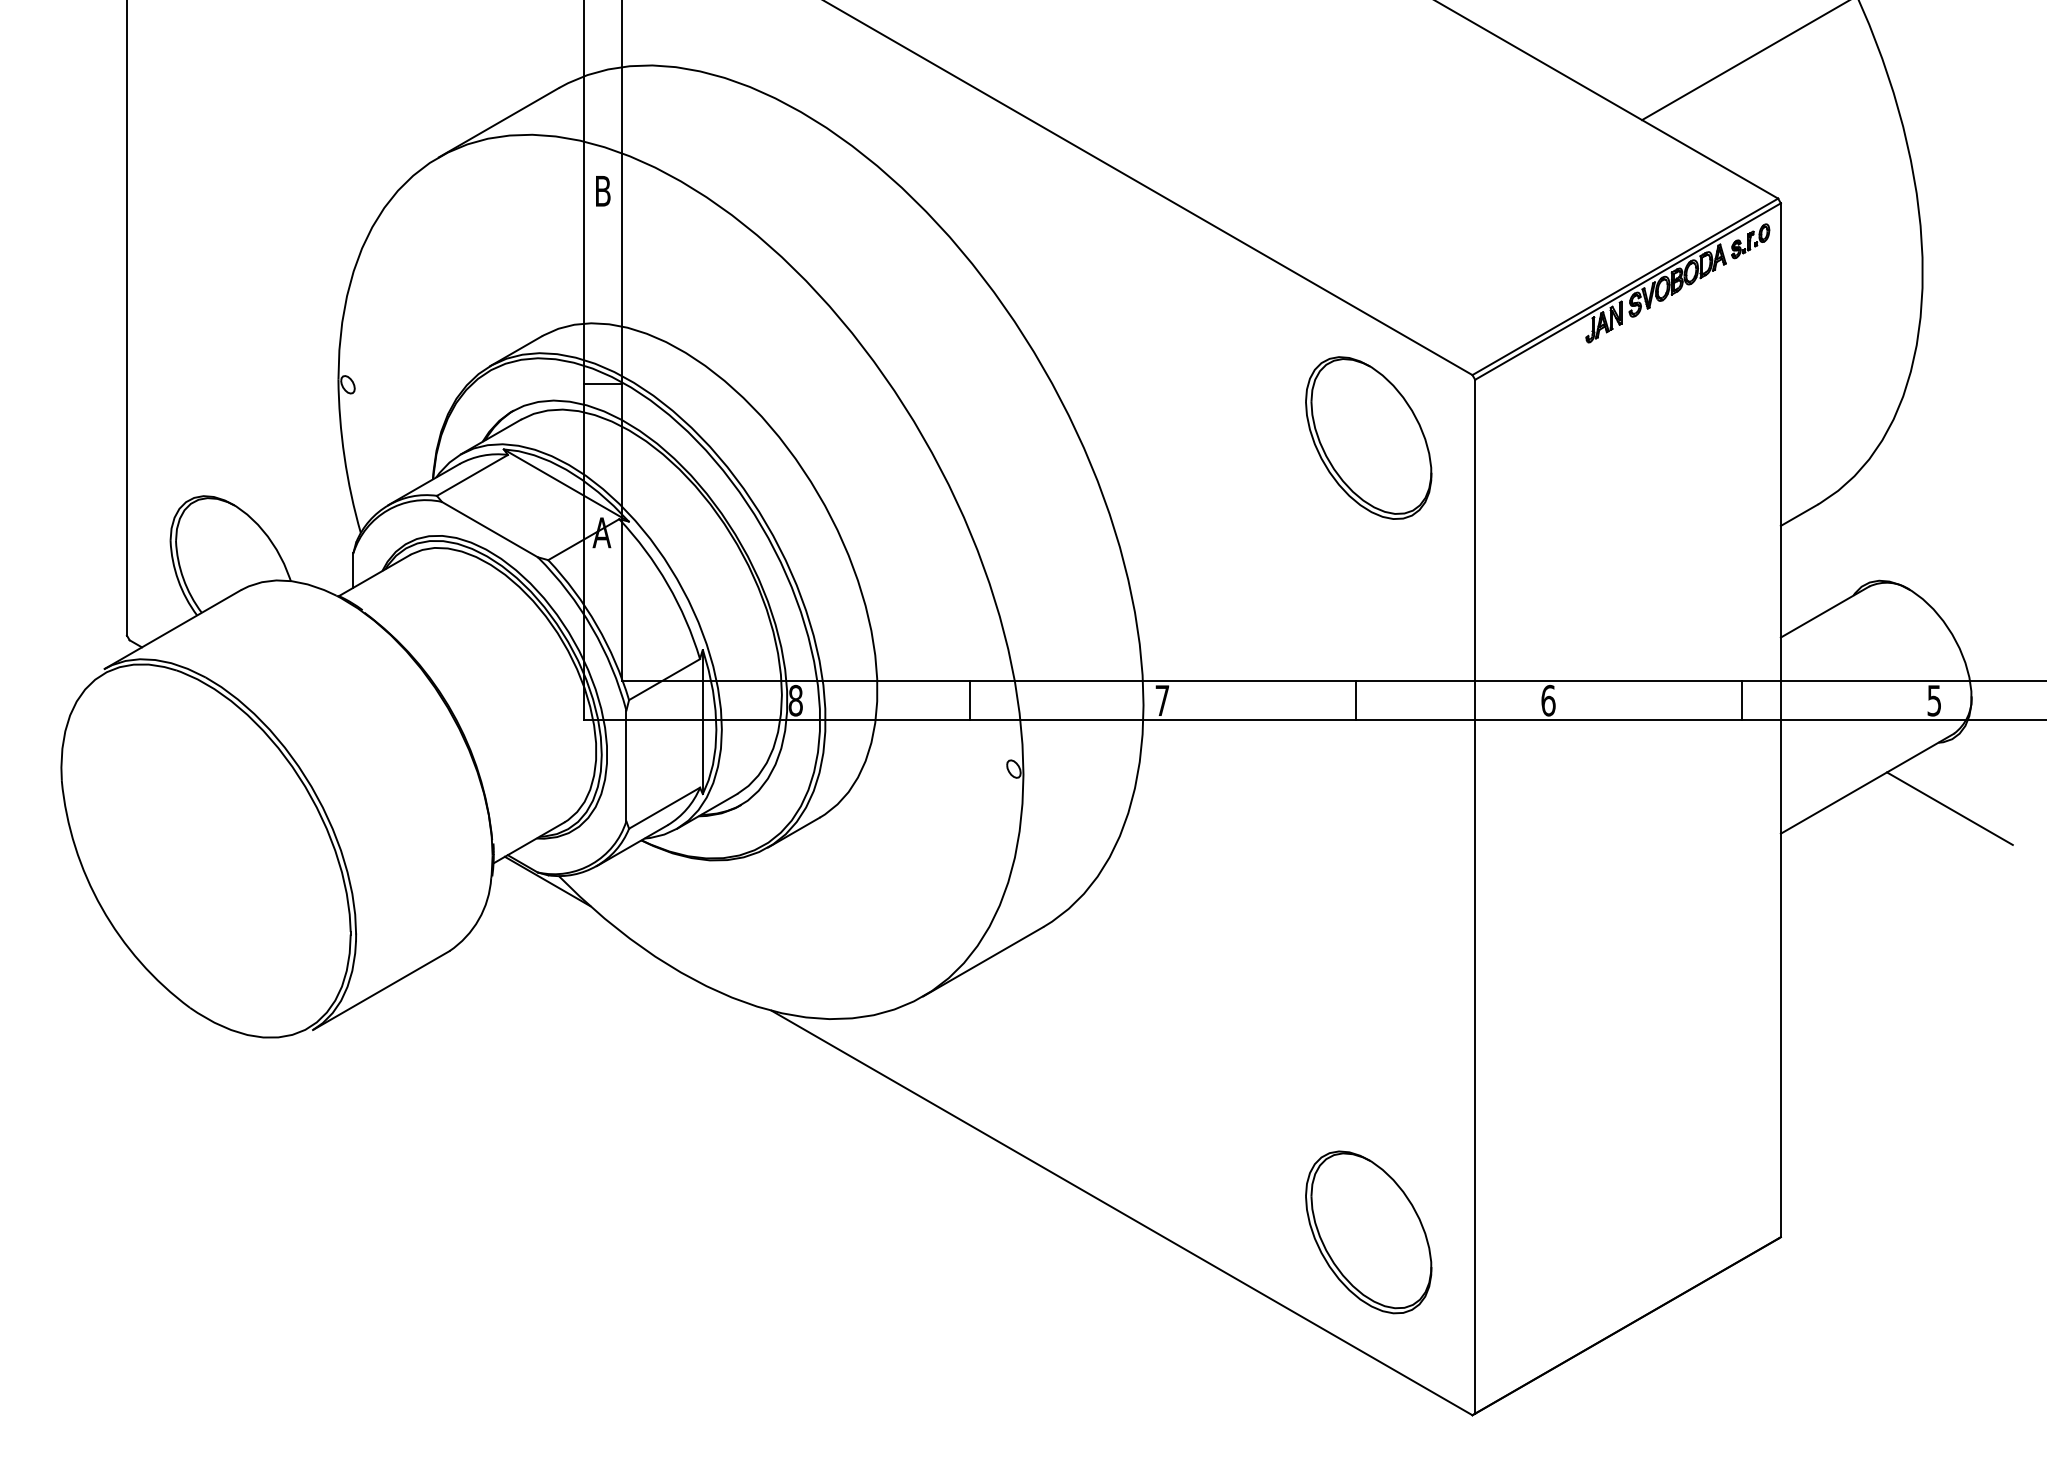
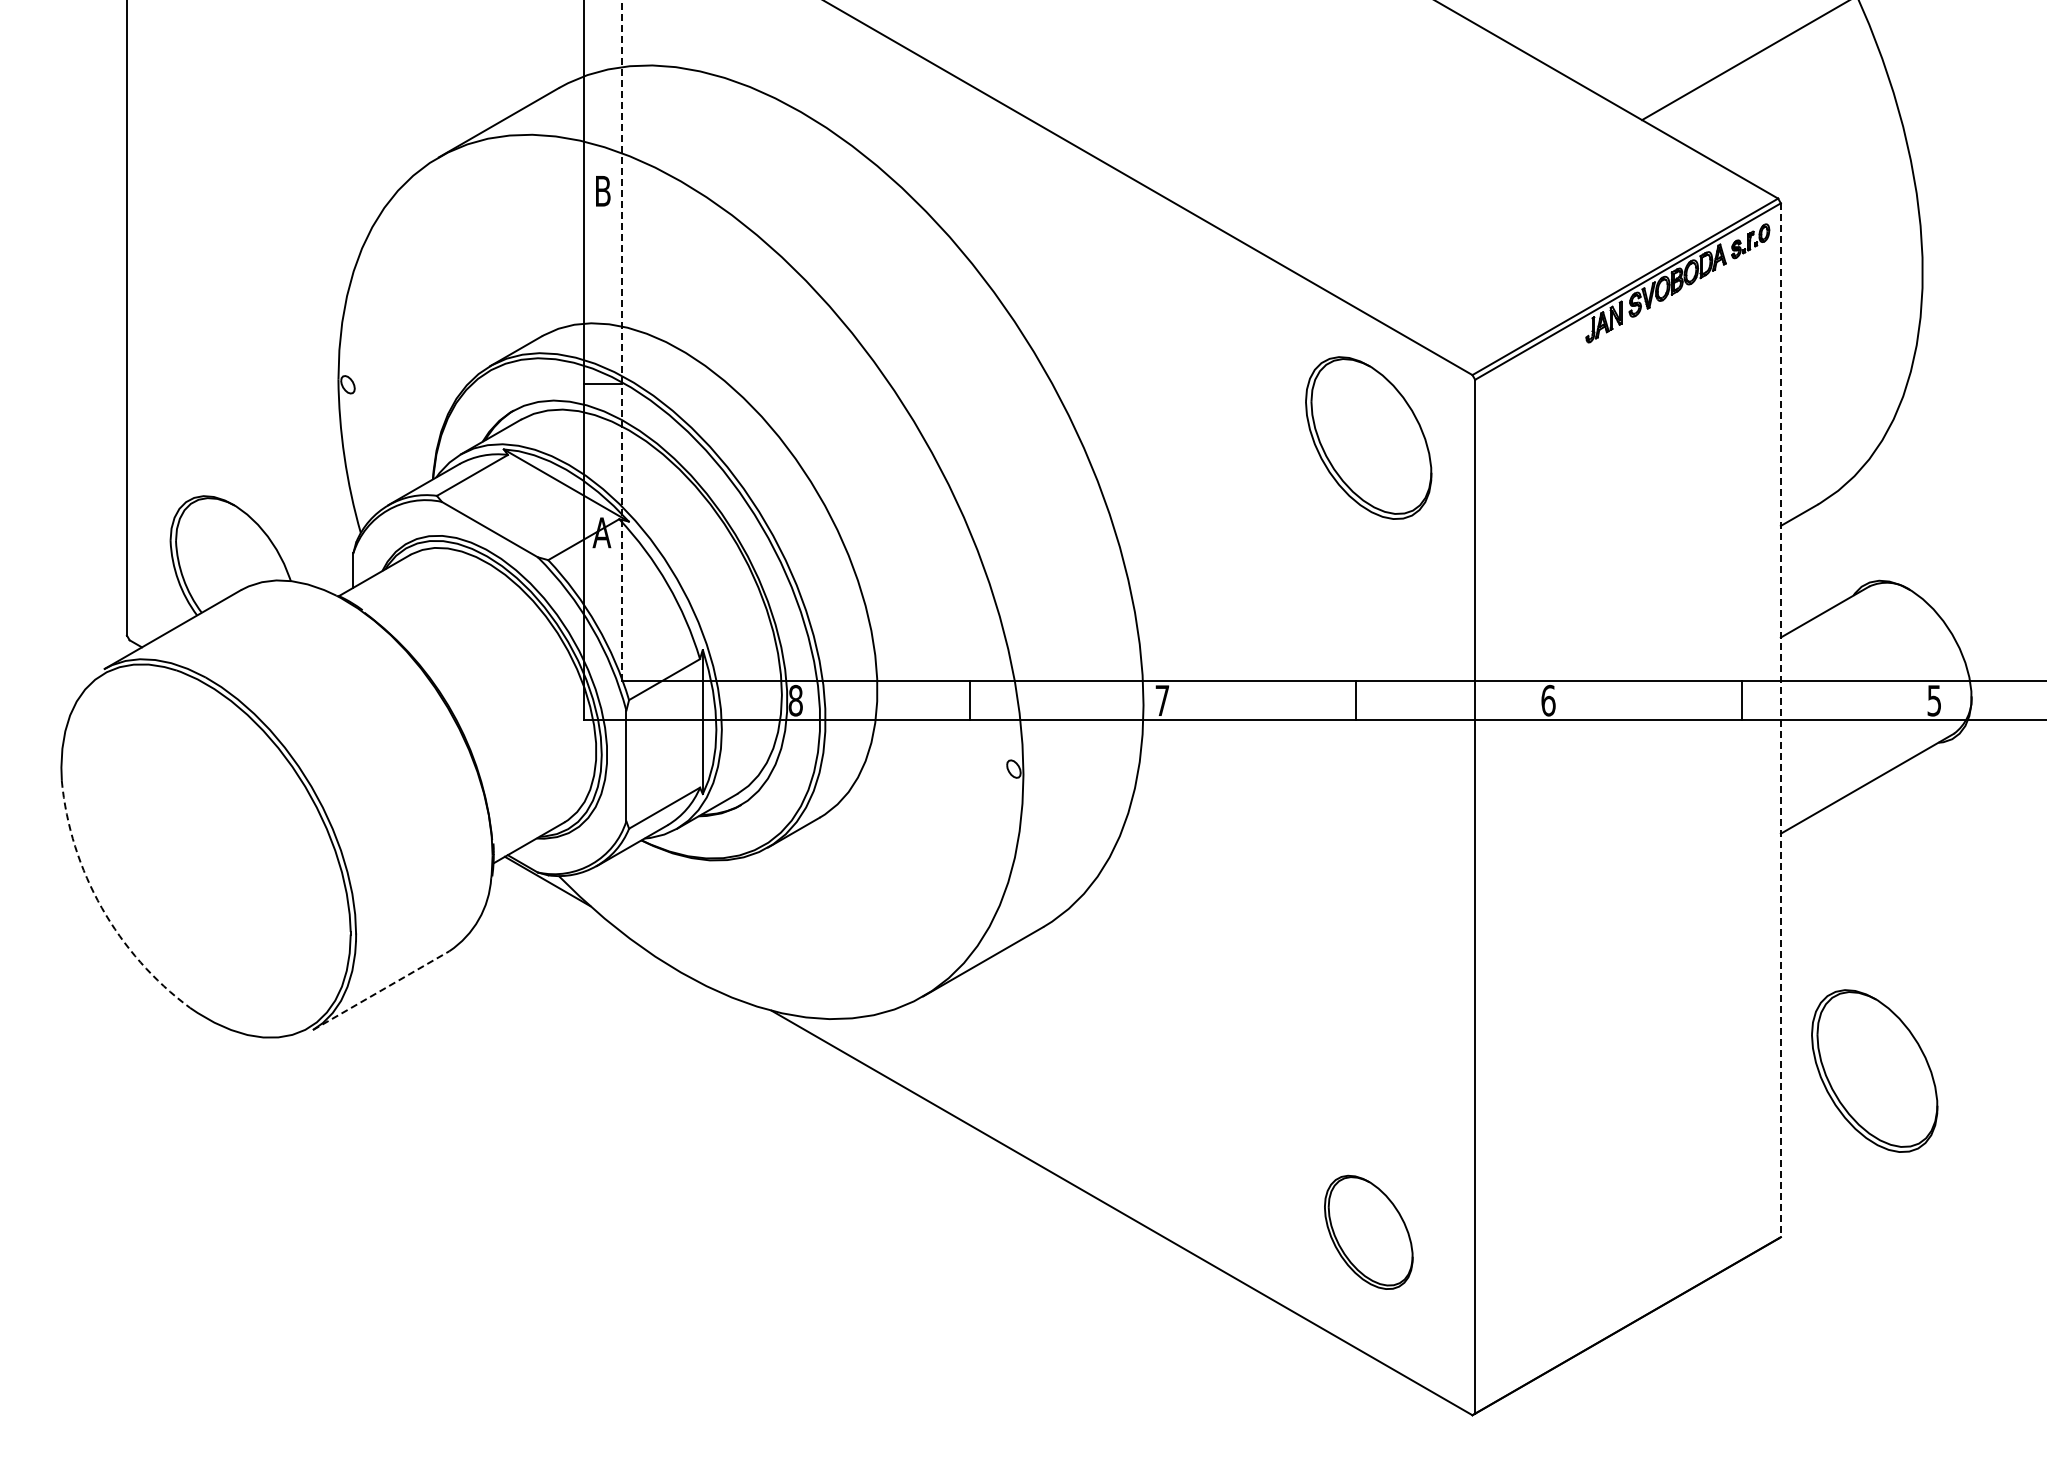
line at (622, 340): solid -> dashed
line at (1780, 720): solid -> dashed
line at (1949, 808): present -> none
arc at (101, 907): solid -> dashed
line at (381, 990): solid -> dashed
part at (1874, 1070): none -> present
part at (1368, 1232) size: 128x165 px -> 90x116 px
